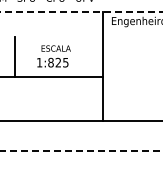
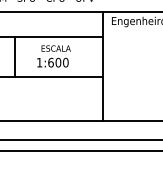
line at (82, 11): dashed -> solid
line at (52, 37): none -> present
text at (58, 62): 1:825 -> 1:600
line at (80, 140): none -> present
line at (81, 150): dashed -> solid
